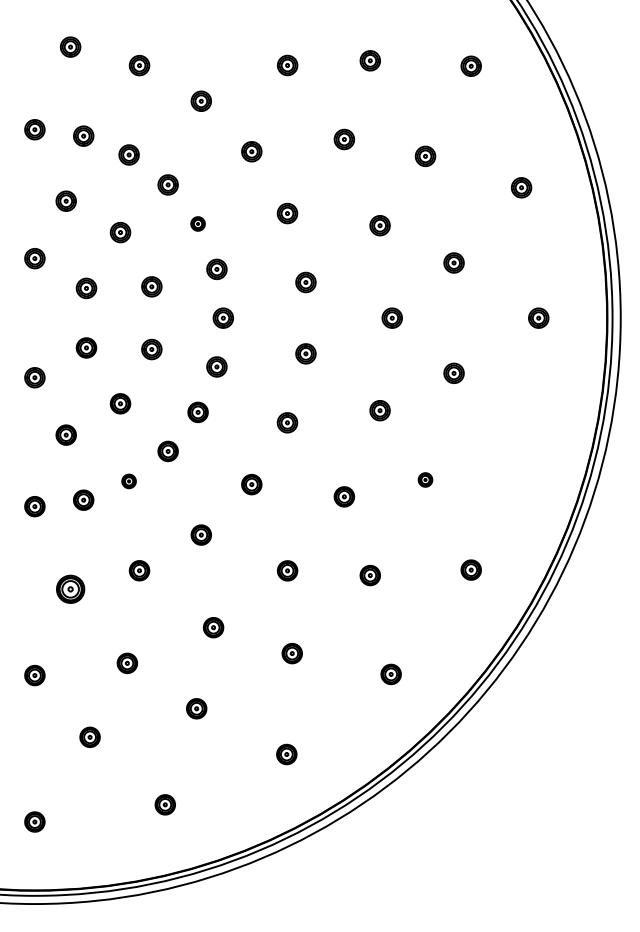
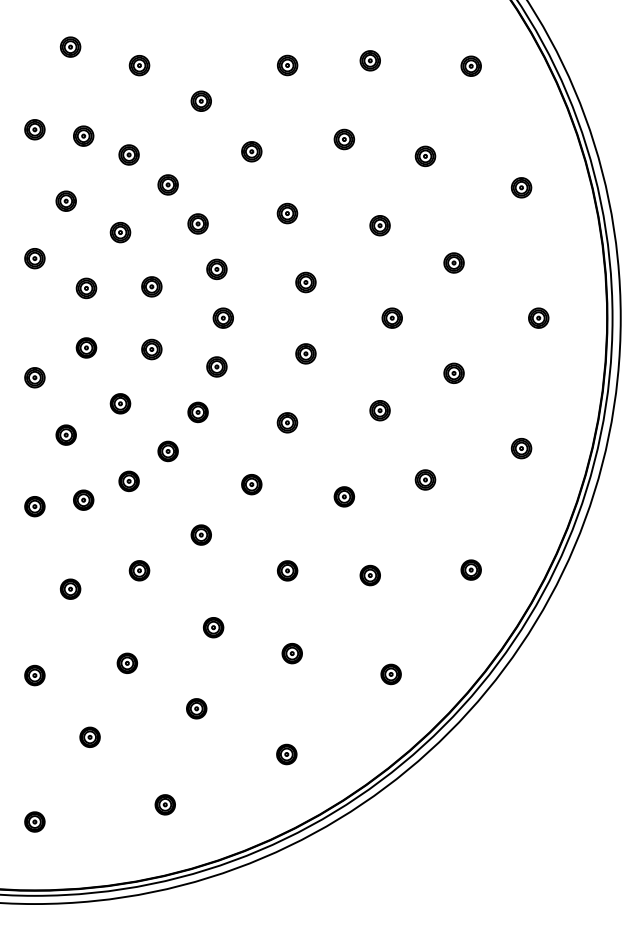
part at (197, 223) size: 16x16 px -> 22x22 px
part at (521, 448): none -> present
part at (425, 479) size: 17x16 px -> 23x22 px
part at (128, 481) size: 16x17 px -> 22x23 px
part at (70, 588) size: 30x30 px -> 23x22 px
